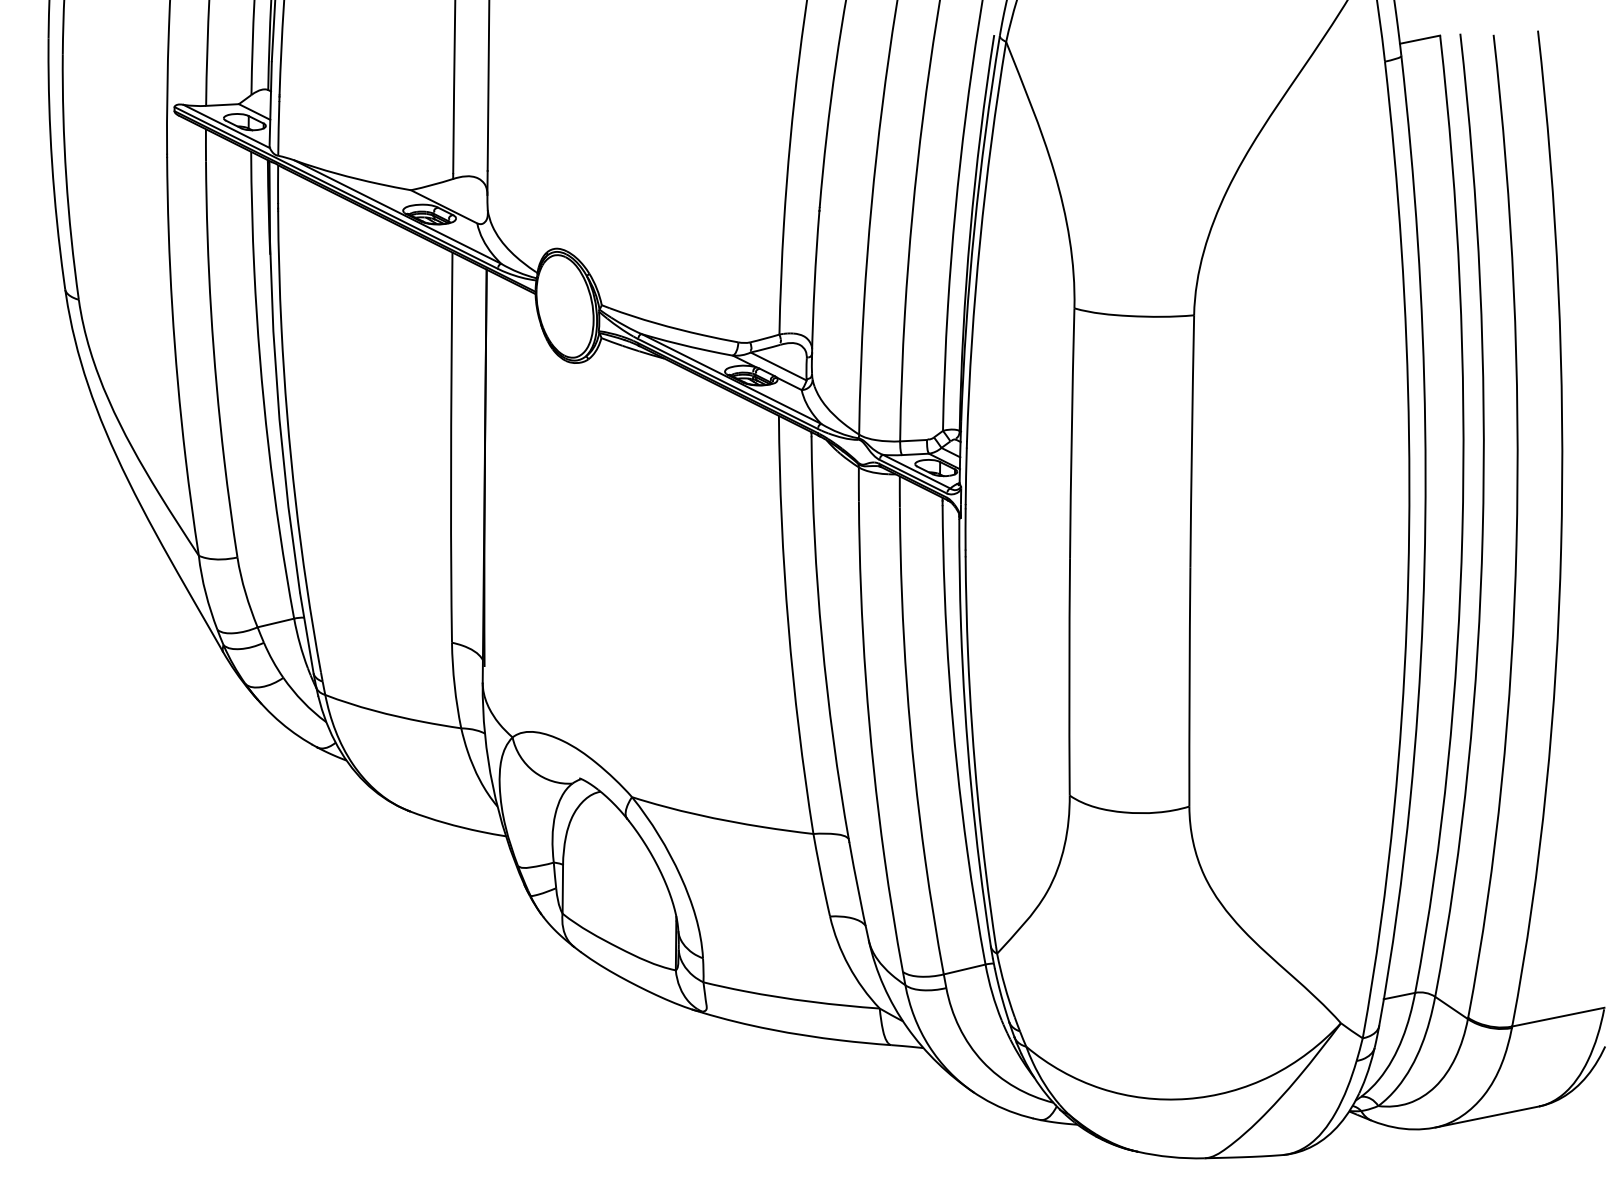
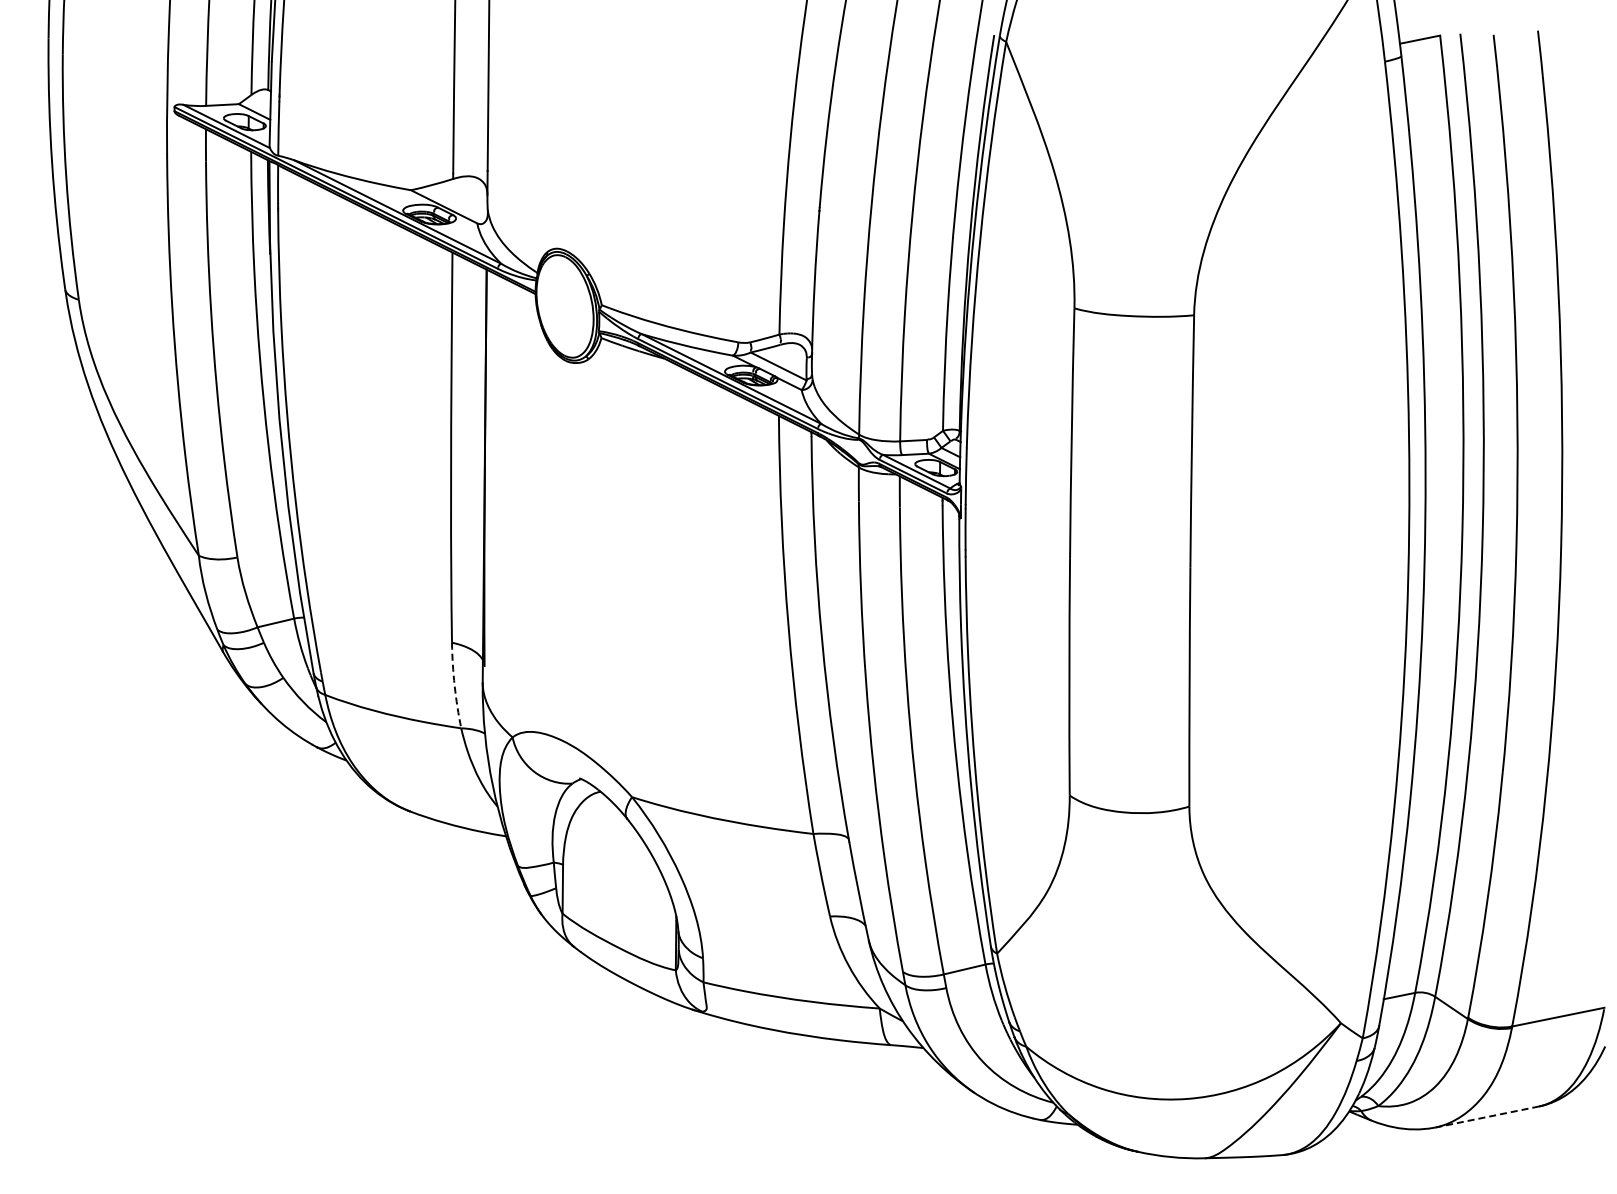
arc at (454, 685): solid -> dashed
line at (1487, 1116): solid -> dashed
